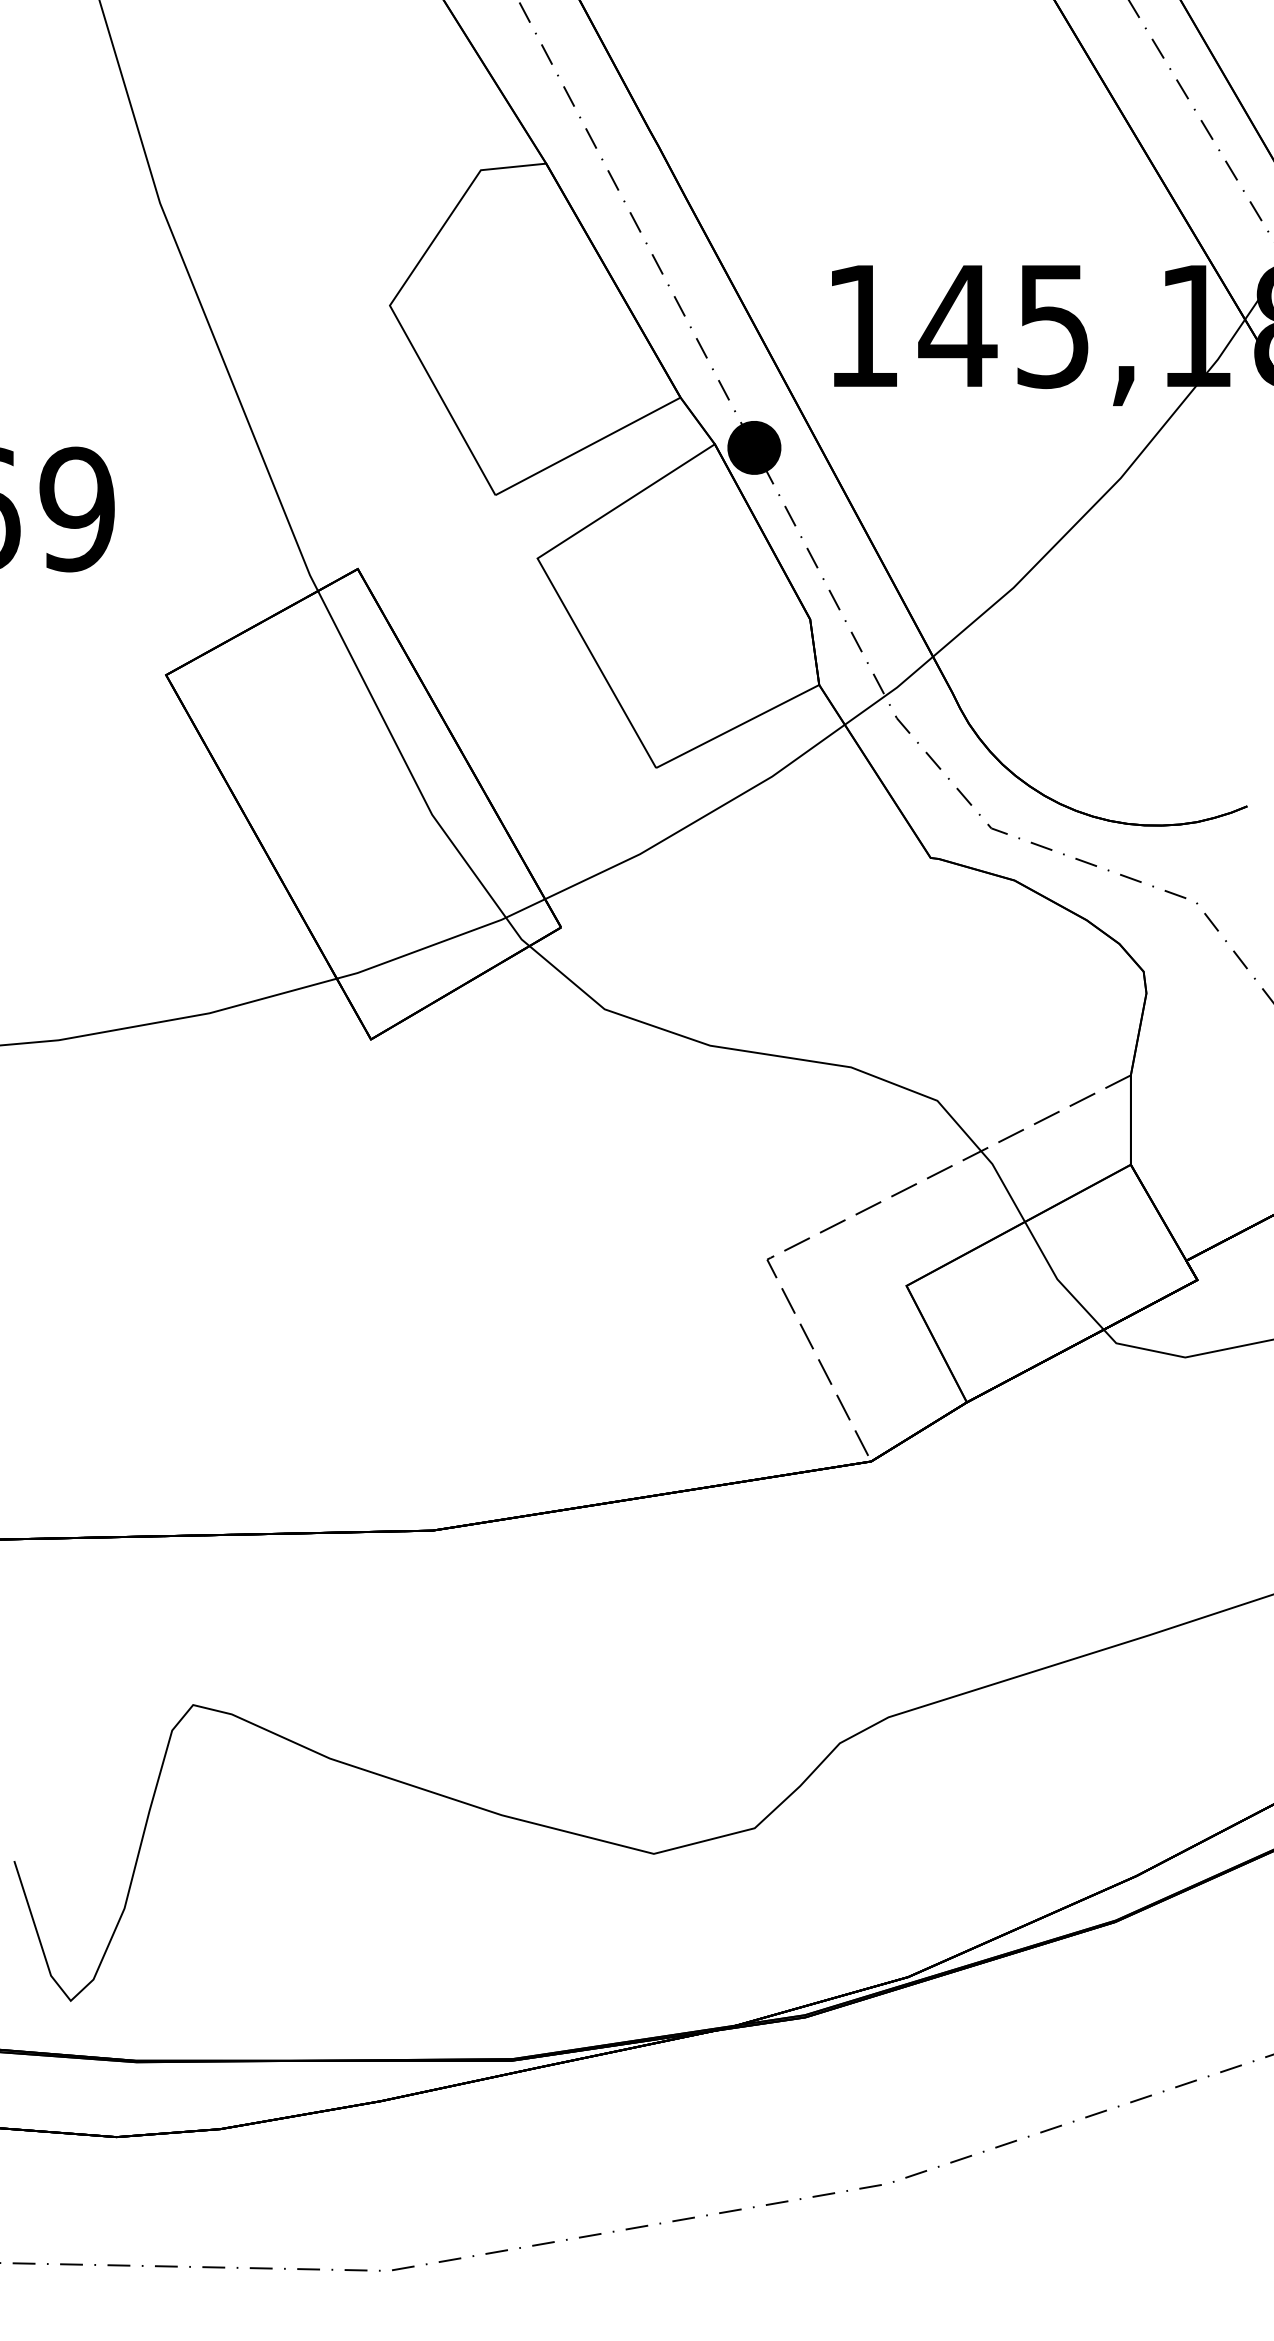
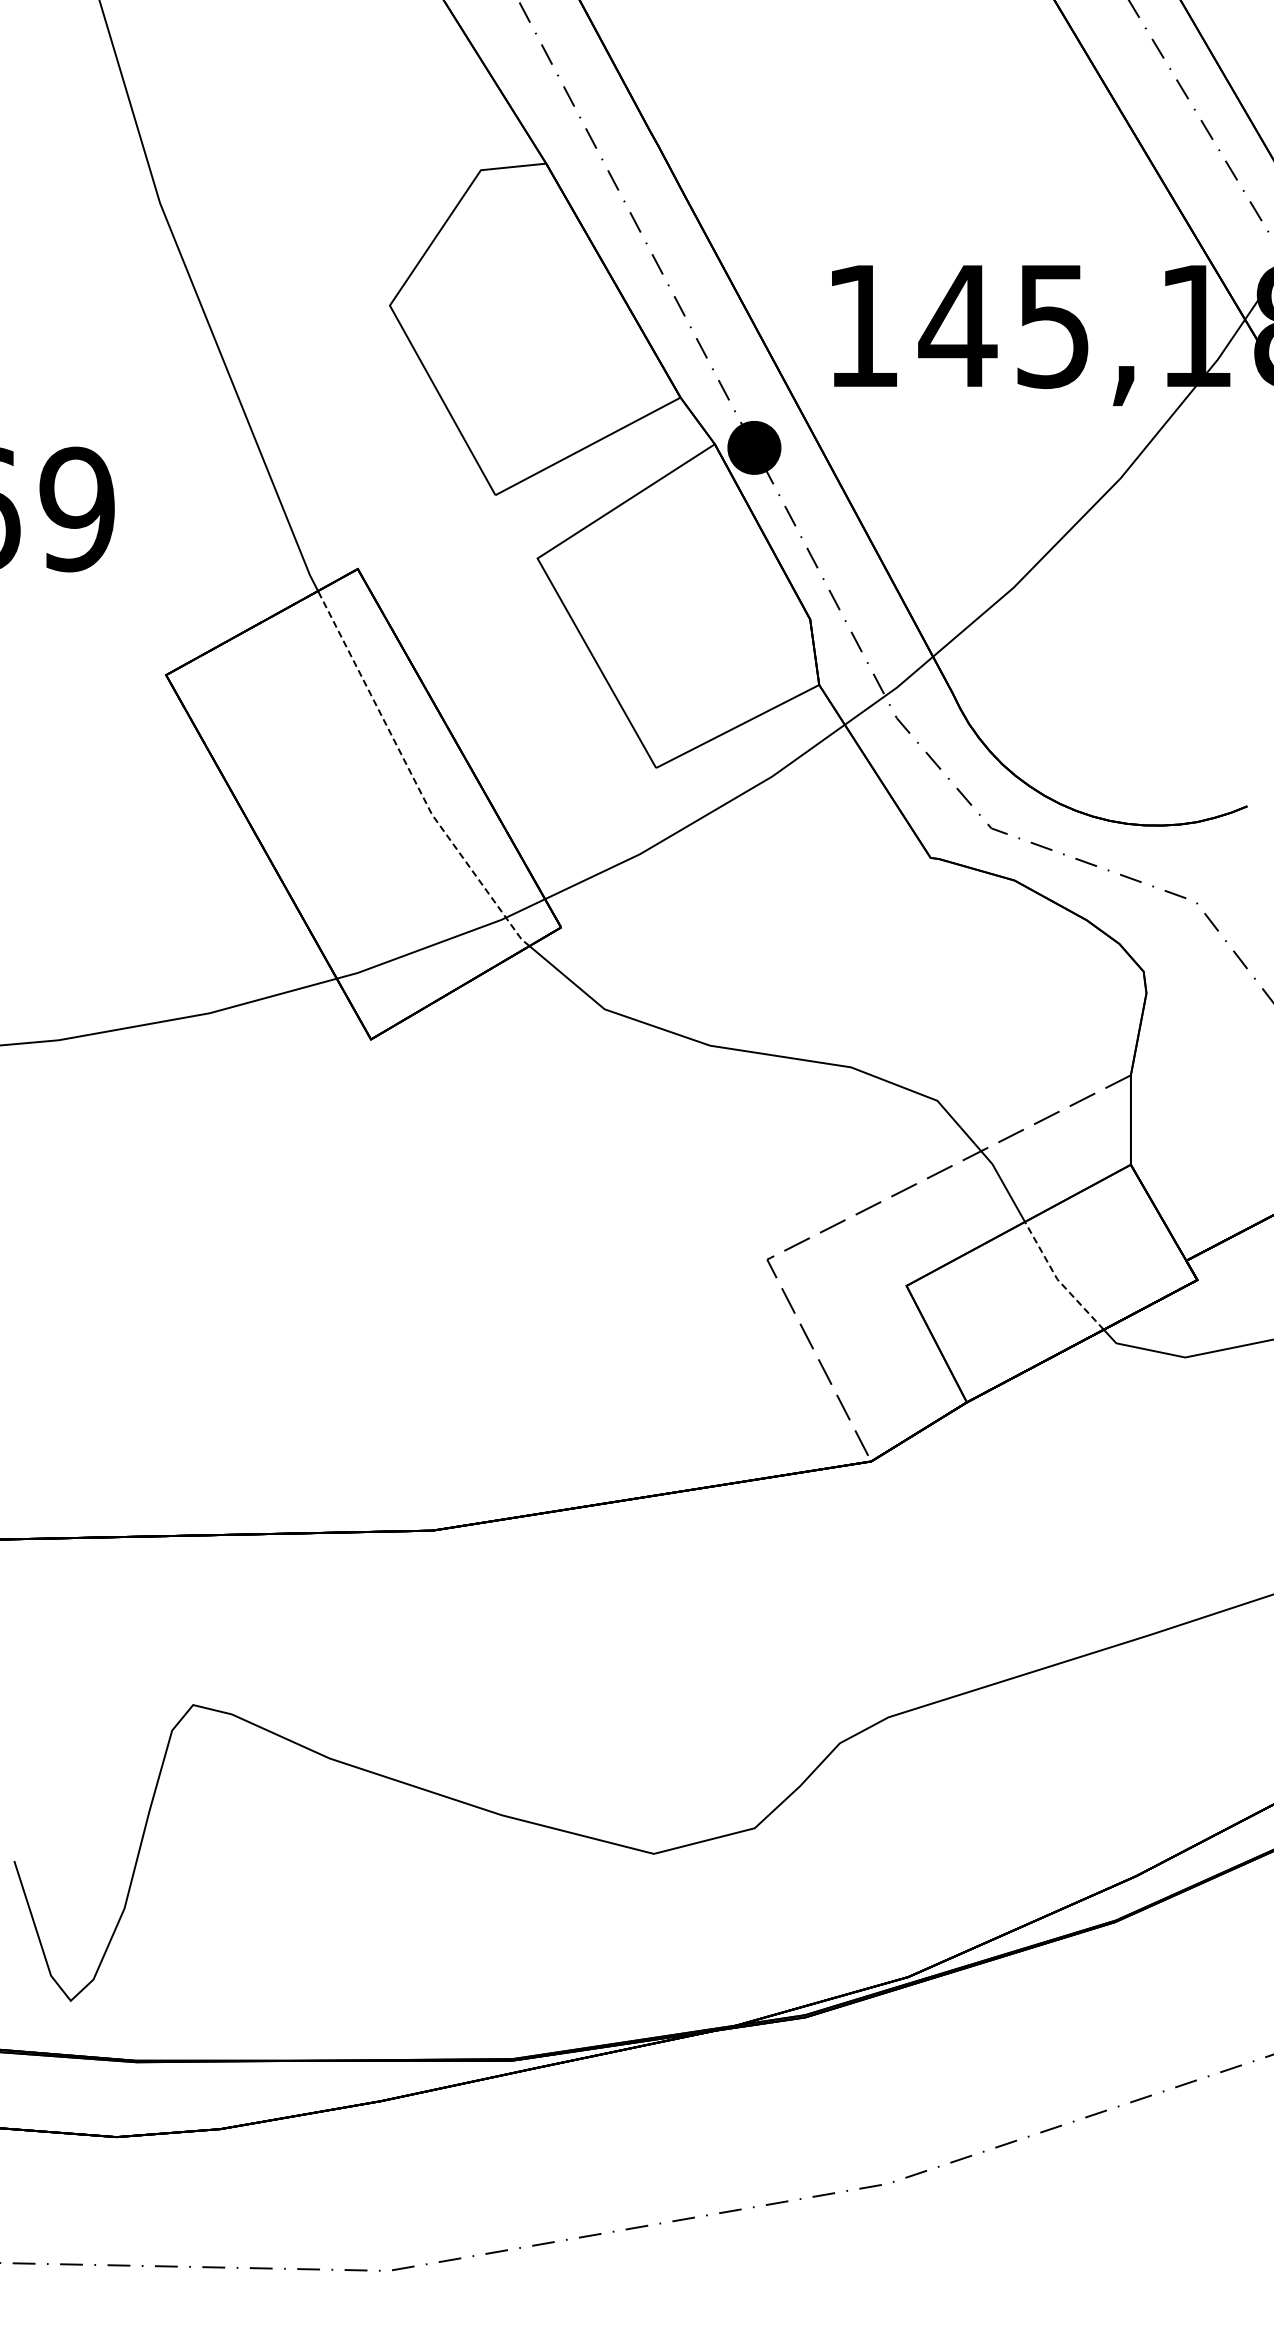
line at (412, 776): solid -> dashed
line at (1058, 1280): solid -> dashed
